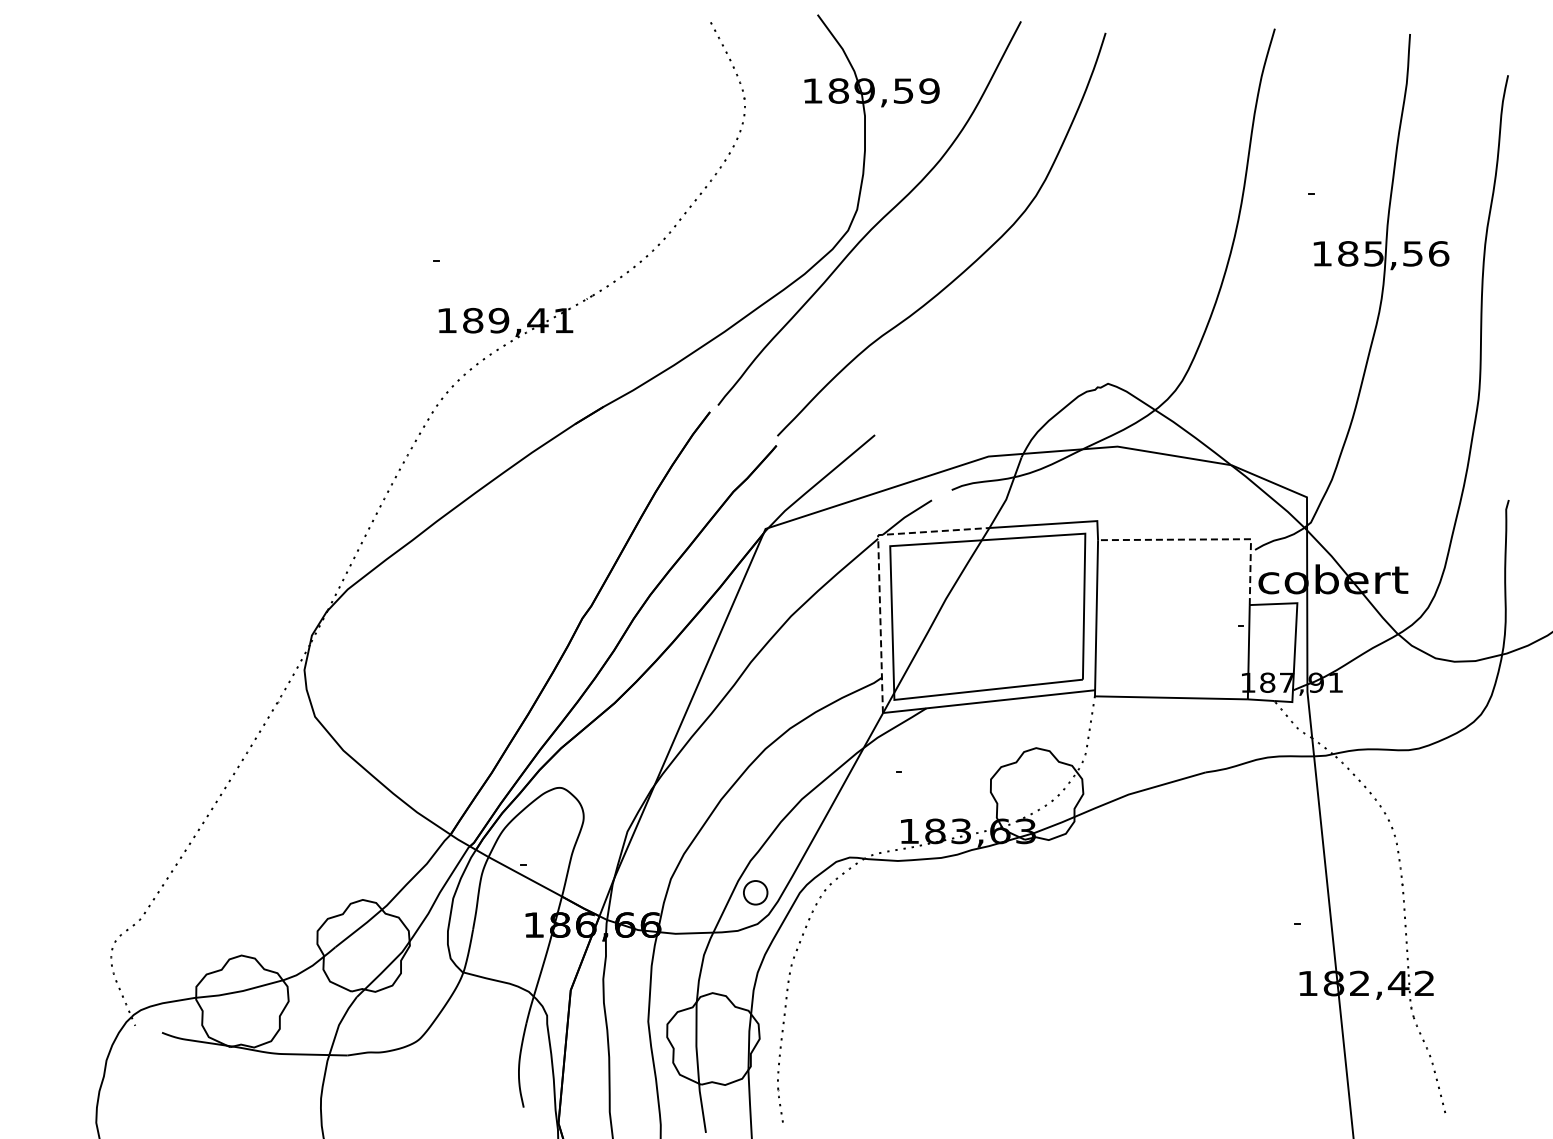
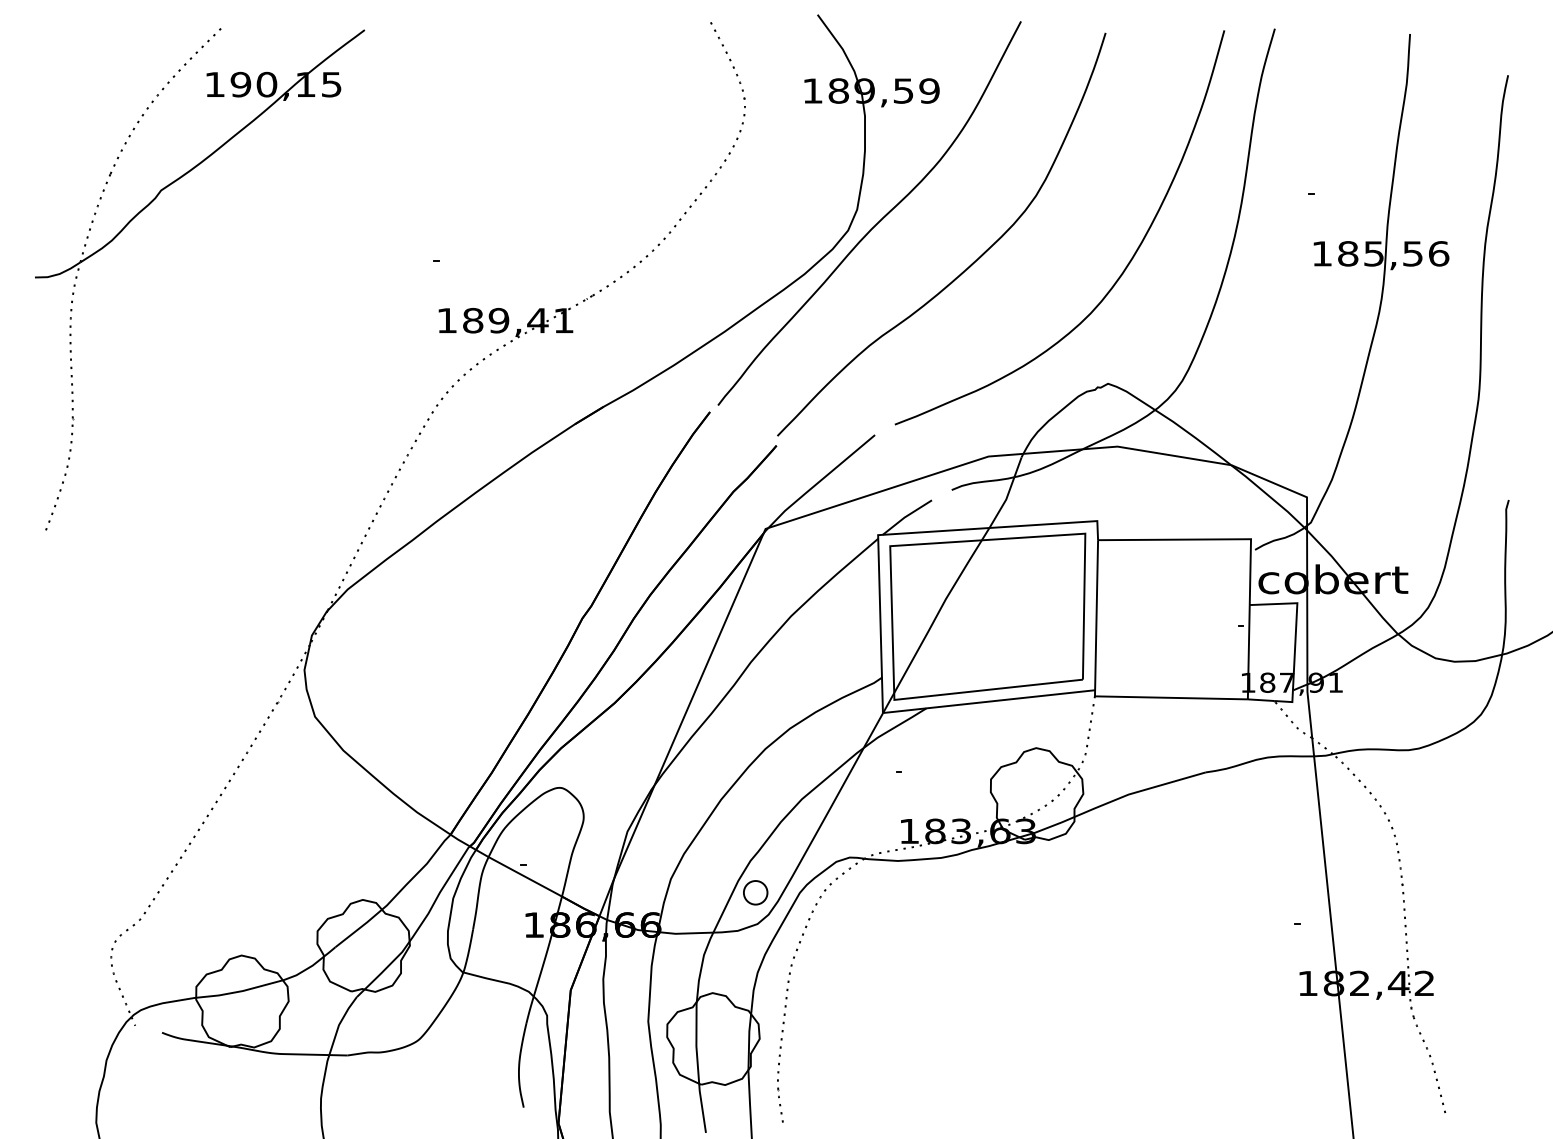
part at (141, 212): none -> present
curve at (1122, 271): none -> present
line at (1208, 539): dashed -> solid
line at (879, 568): dashed -> solid
